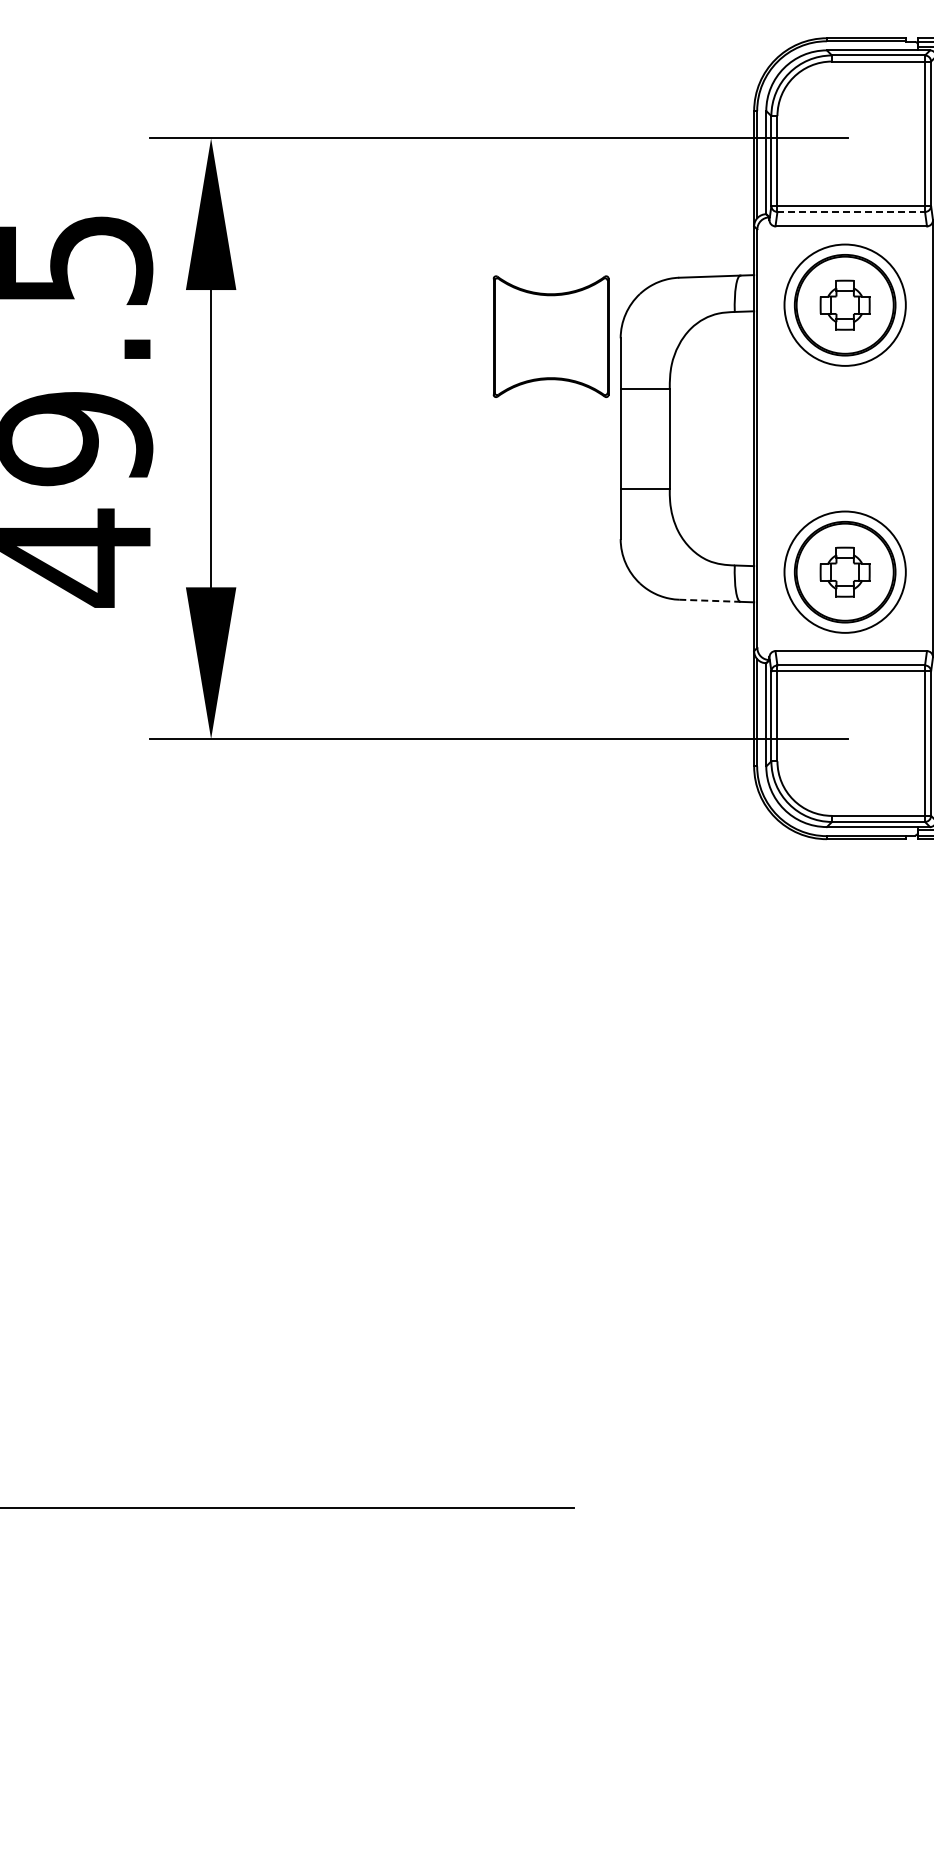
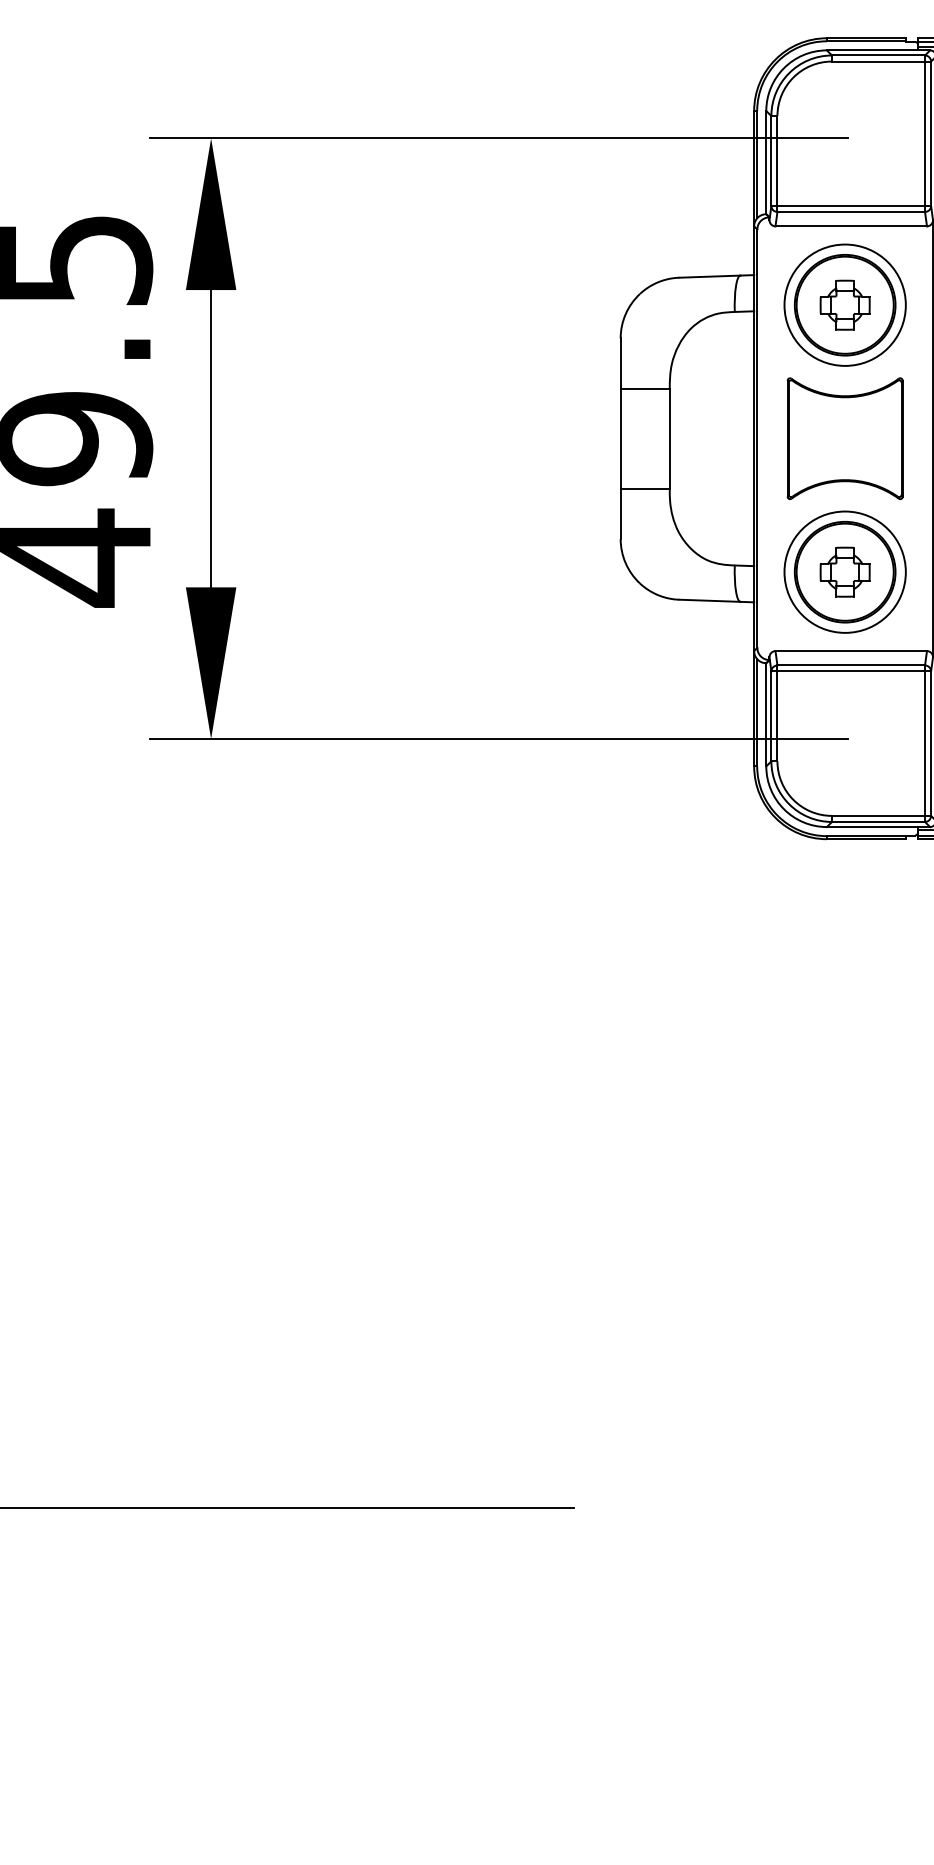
line at (851, 211): dashed -> solid
part at (550, 336) position: (550, 336) -> (844, 438)
line at (709, 600): dashed -> solid
